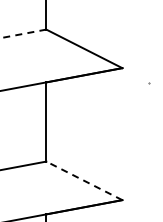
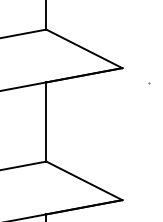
line at (22, 34): dashed -> solid
line at (84, 180): dashed -> solid
